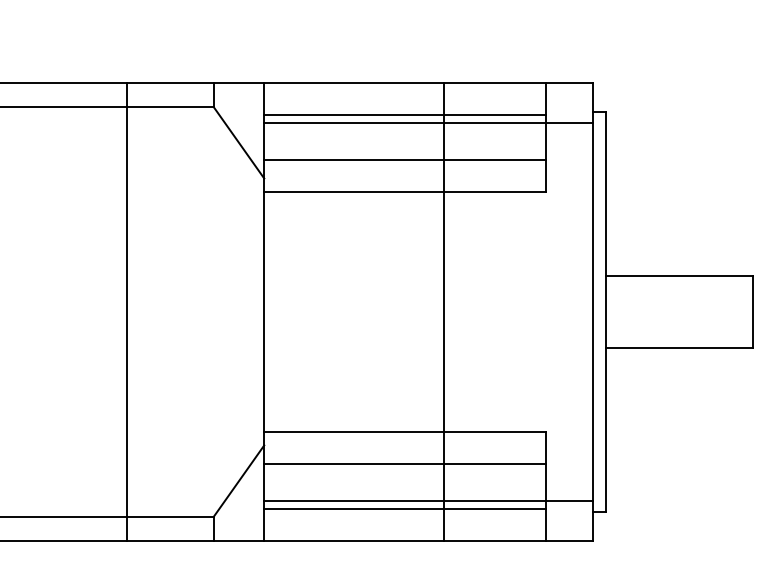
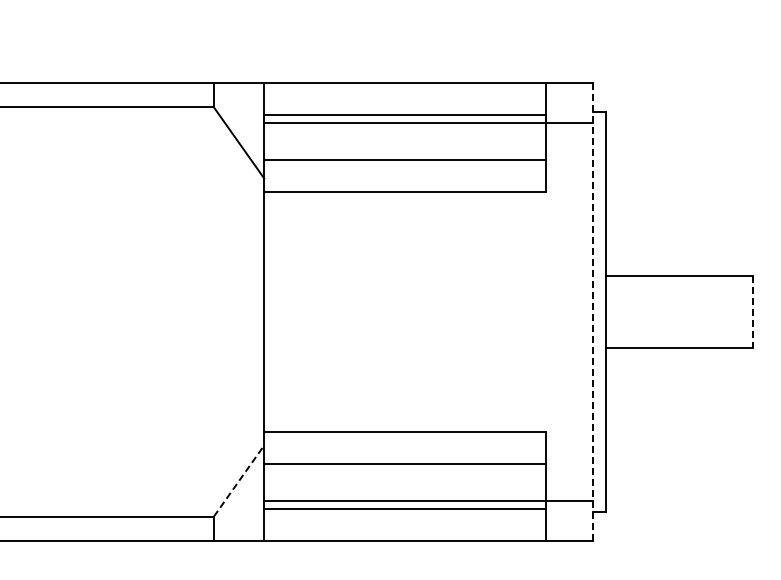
line at (126, 311): present -> none
line at (444, 311): present -> none
line at (592, 311): solid -> dashed
line at (752, 311): solid -> dashed
line at (239, 481): solid -> dashed
